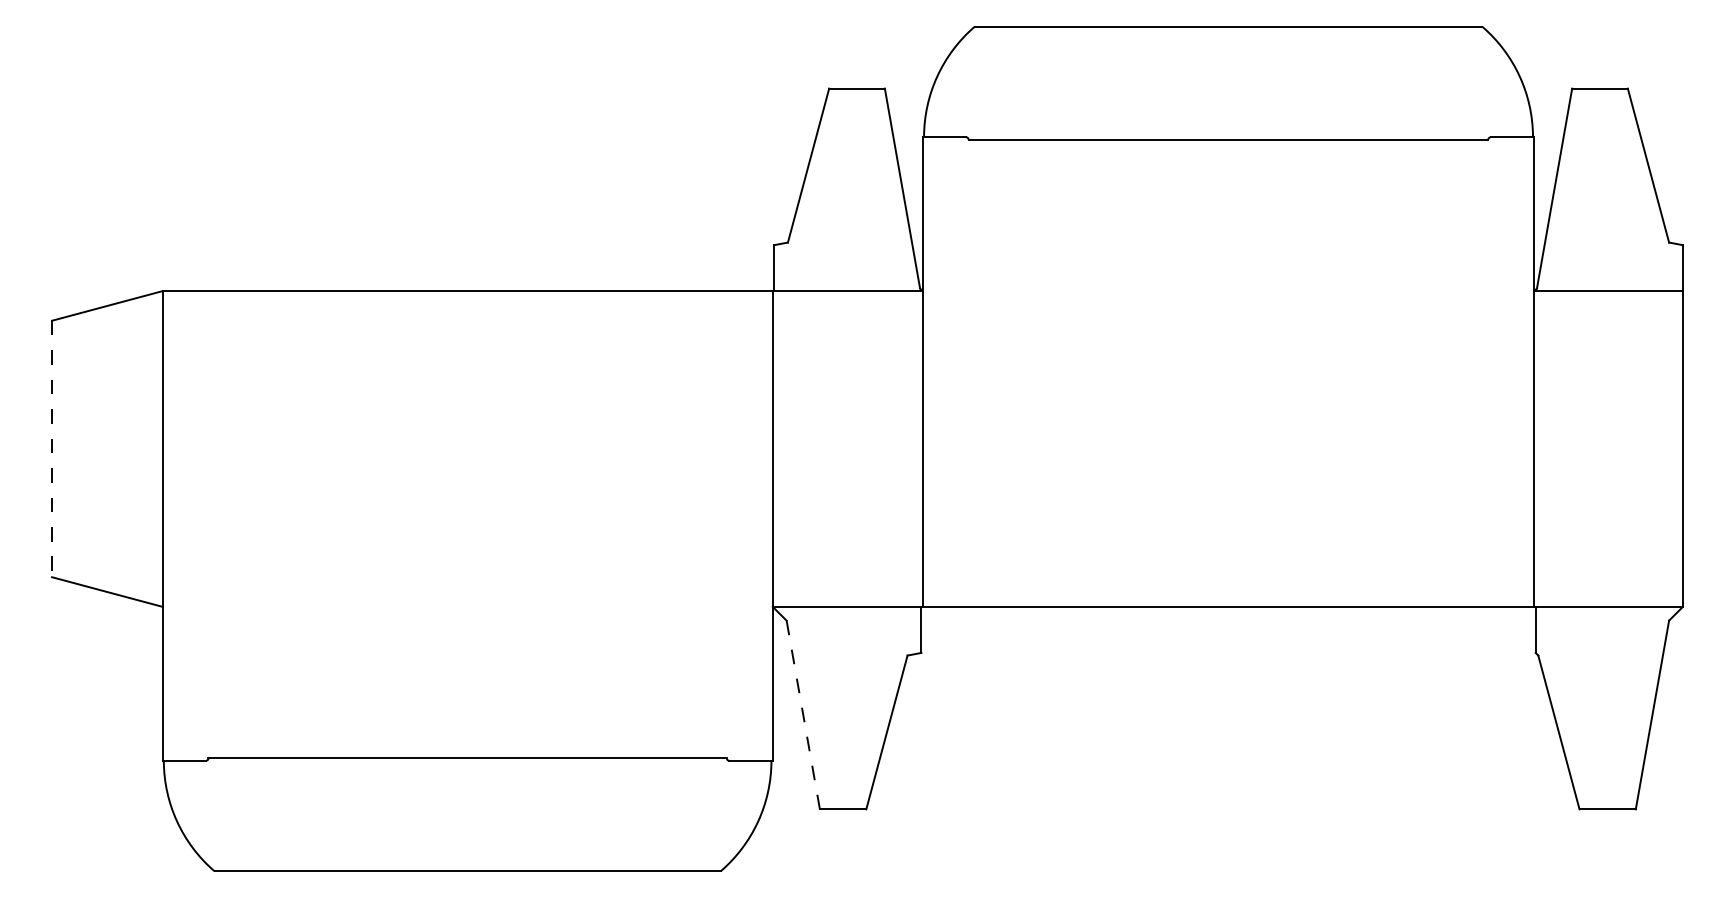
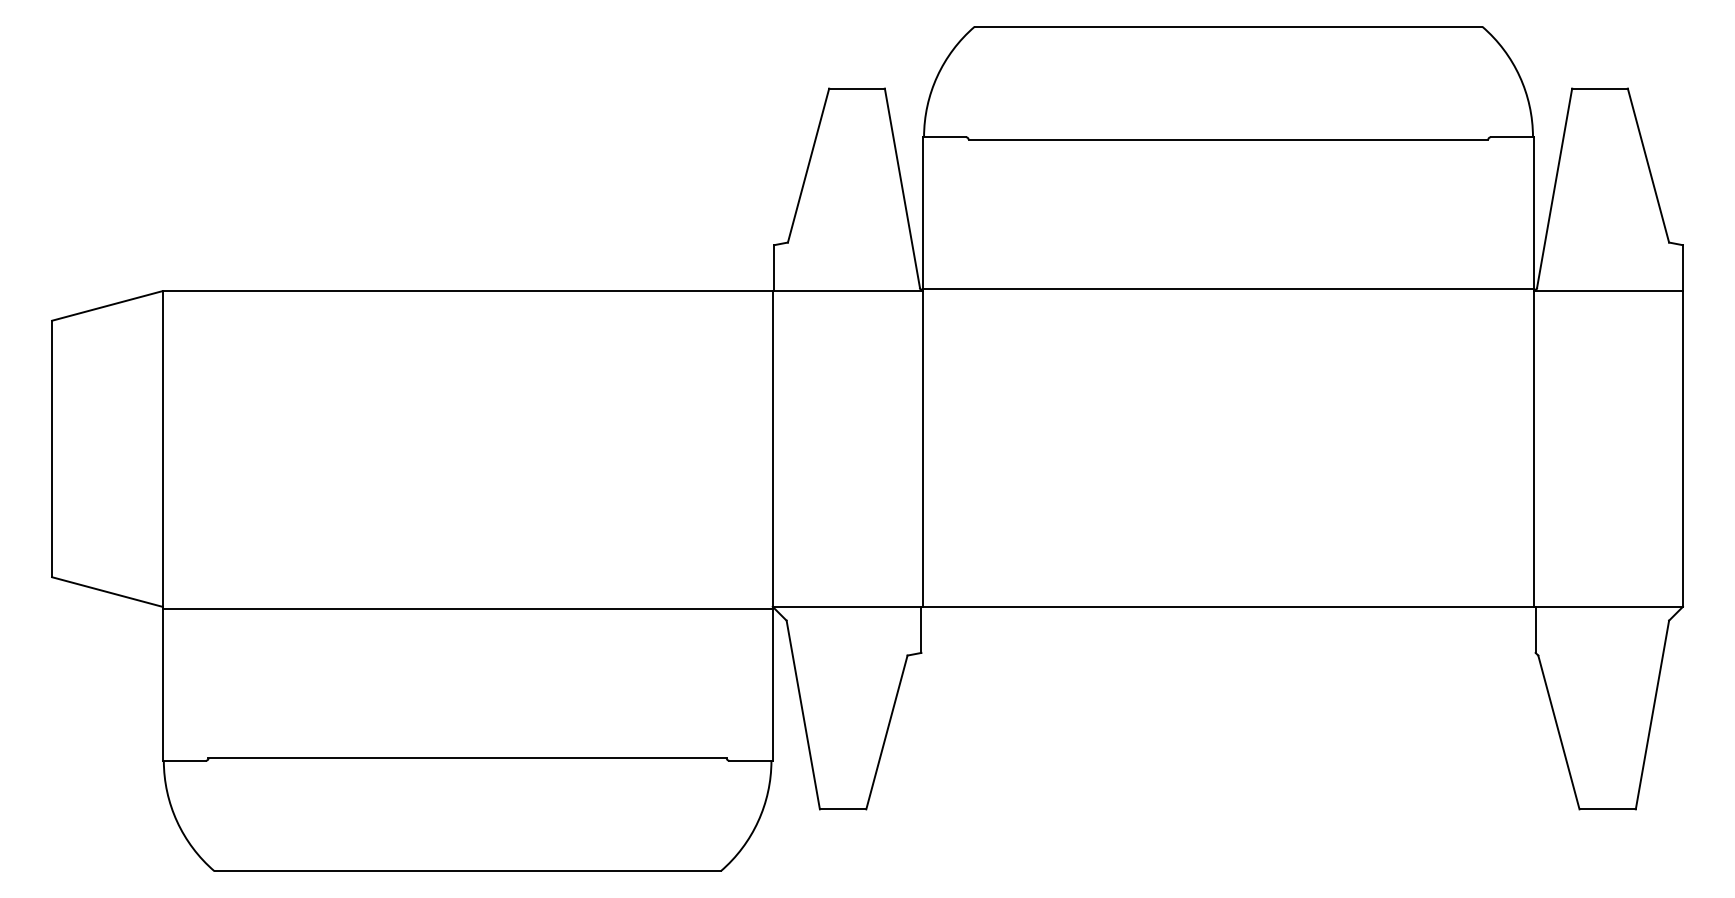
line at (1228, 288): none -> present
line at (52, 449): dashed -> solid
line at (467, 609): none -> present
line at (803, 715): dashed -> solid
